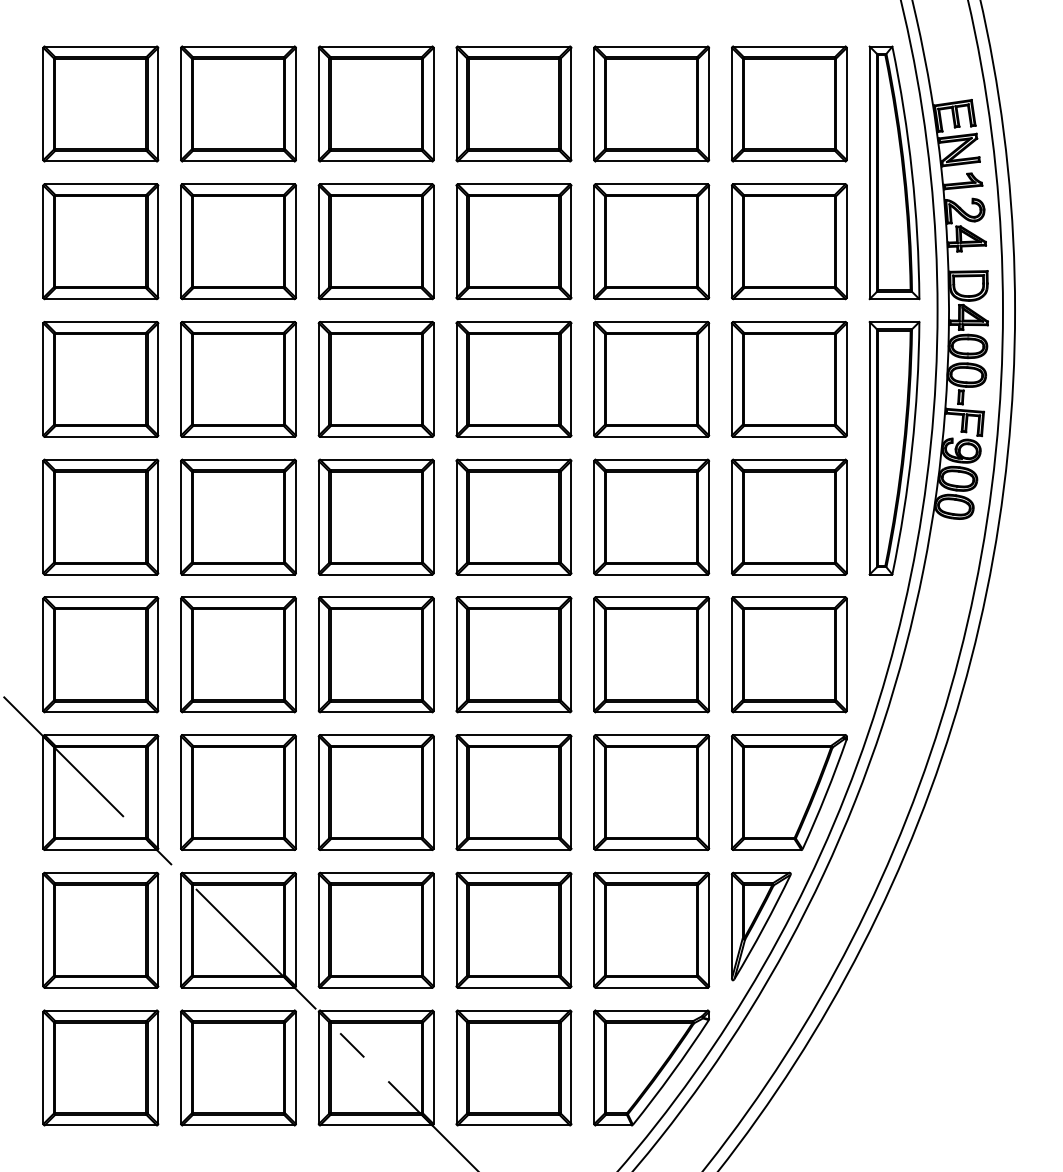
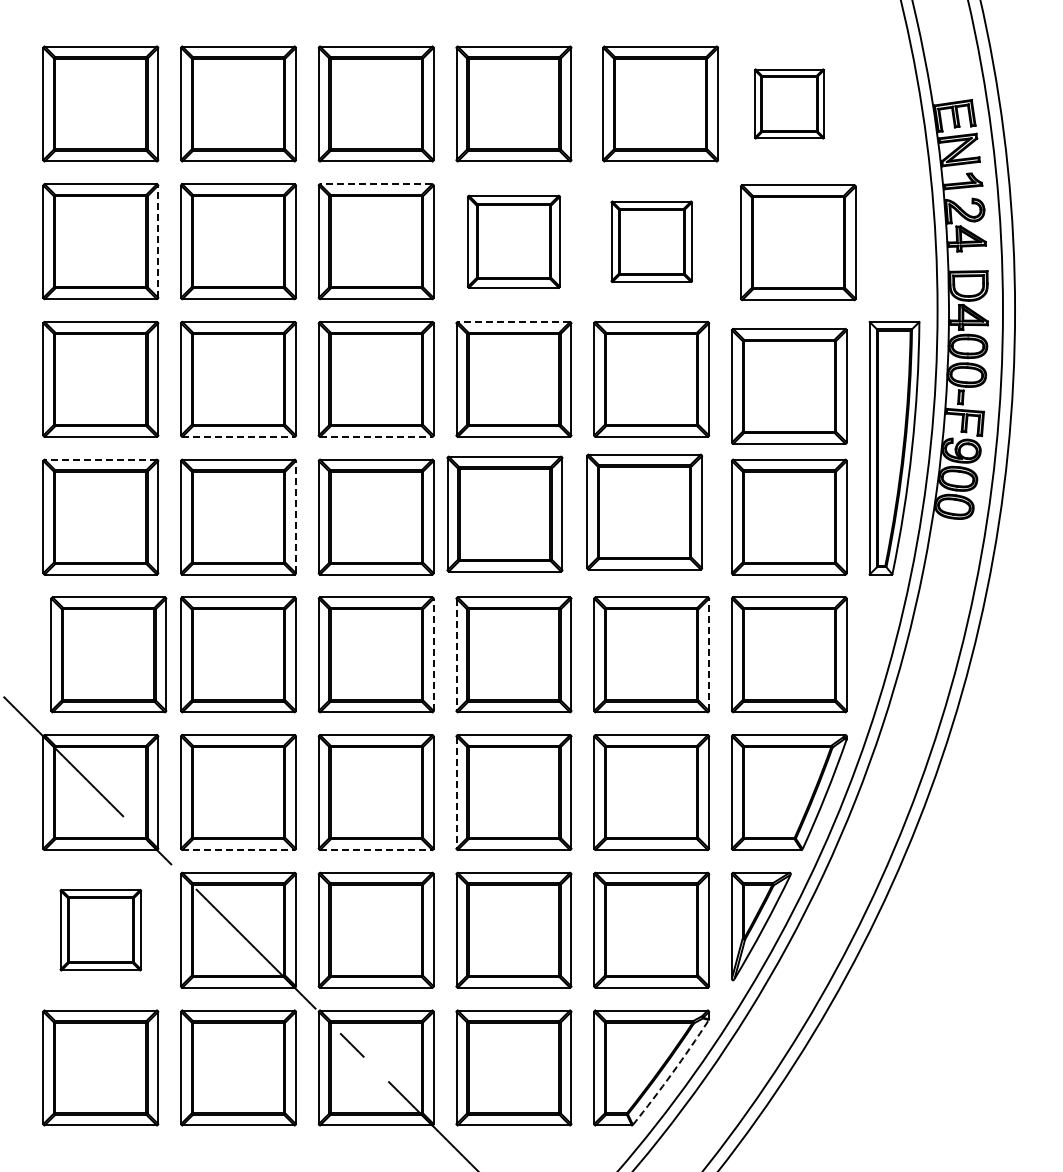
part at (651, 103) position: (651, 103) -> (660, 103)
part at (789, 103) size: 117x118 px -> 72x72 px
part at (894, 172): present -> none
line at (375, 184): solid -> dashed
line at (158, 241): solid -> dashed
part at (513, 241) size: 118x118 px -> 94x95 px
part at (651, 241) size: 118x118 px -> 83x83 px
part at (788, 241) position: (788, 241) -> (797, 242)
line at (513, 322): solid -> dashed
part at (788, 379) position: (788, 379) -> (788, 386)
line at (239, 436): solid -> dashed
line at (376, 436): solid -> dashed
line at (100, 459): solid -> dashed
line at (295, 516): solid -> dashed
part at (513, 516) position: (513, 516) -> (504, 513)
part at (651, 516) position: (651, 516) -> (644, 511)
part at (100, 654) position: (100, 654) -> (108, 654)
line at (433, 654): solid -> dashed
line at (709, 654): solid -> dashed
line at (456, 655): solid -> dashed
line at (456, 793): solid -> dashed
line at (239, 849): solid -> dashed
line at (376, 849): solid -> dashed
part at (100, 929) size: 118x118 px -> 84x83 px
arc at (672, 1073): solid -> dashed
